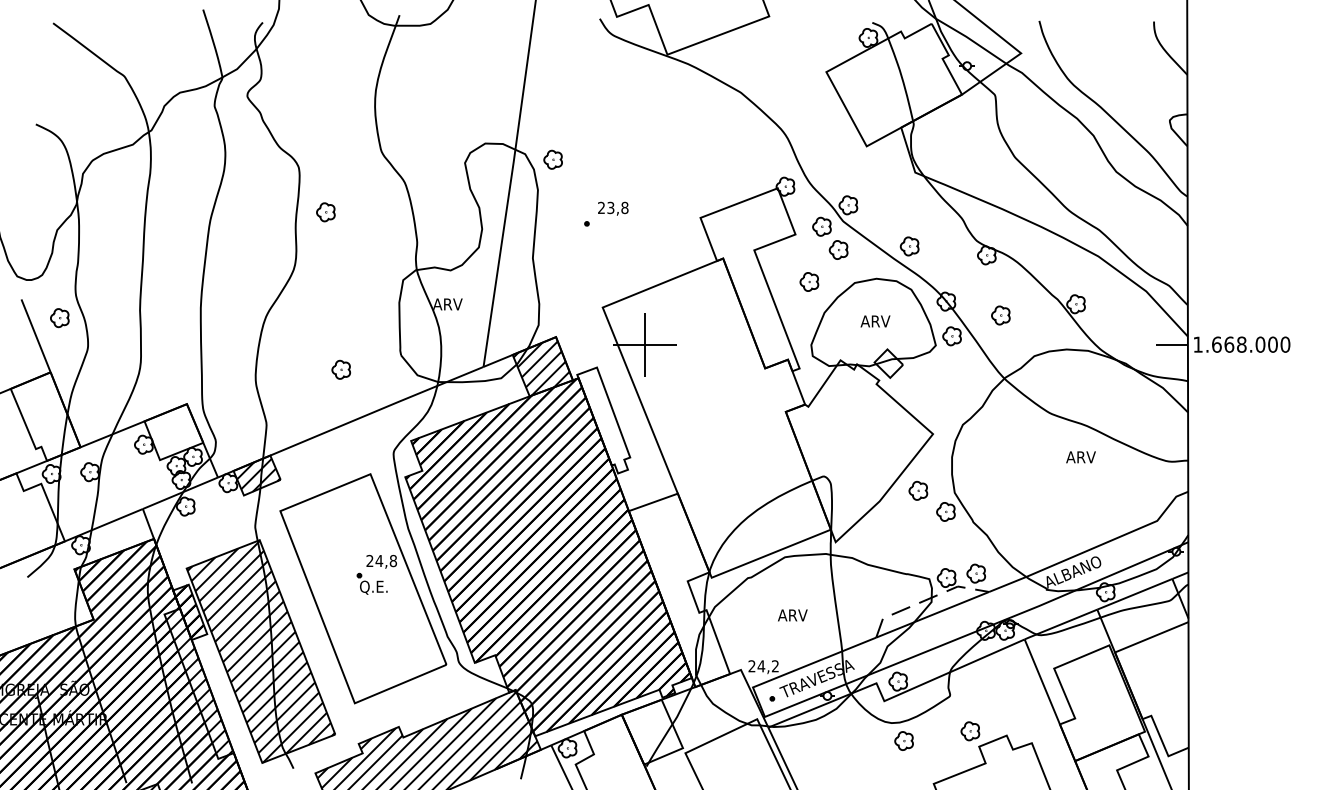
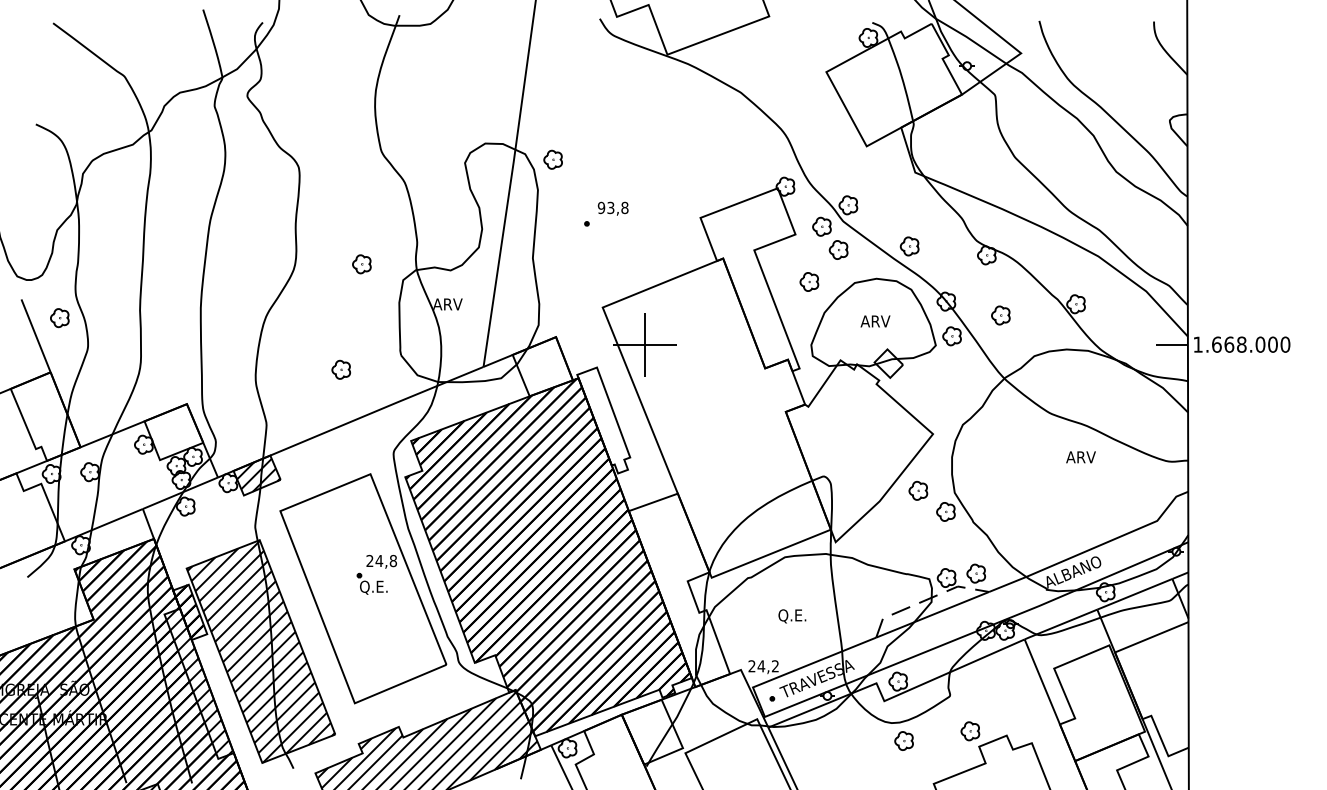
text at (601, 208): 23,8 -> 93,8
part at (325, 212) position: (325, 212) -> (361, 264)
hatch at (541, 368): present -> none
text at (792, 616): ARV -> Q.E.
